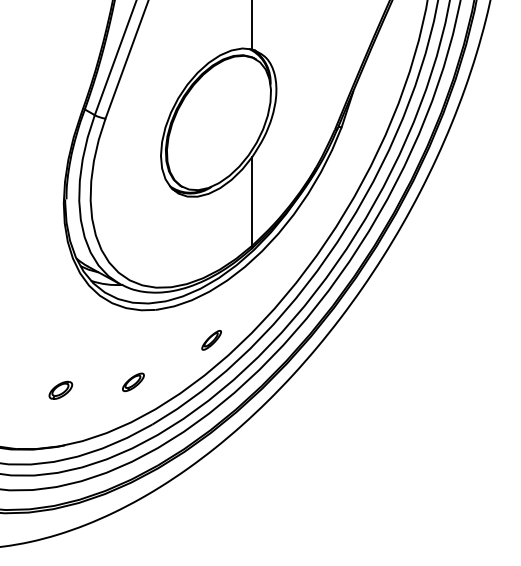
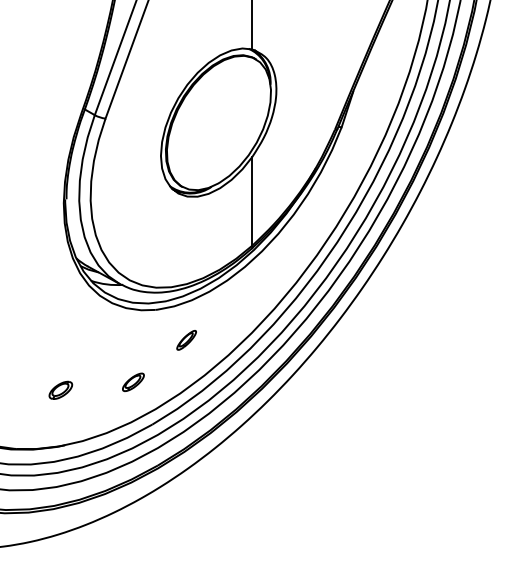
part at (211, 340) position: (211, 340) -> (186, 340)
